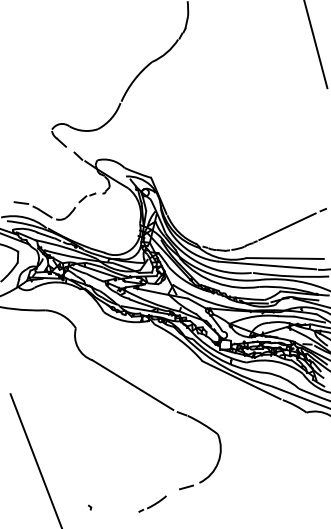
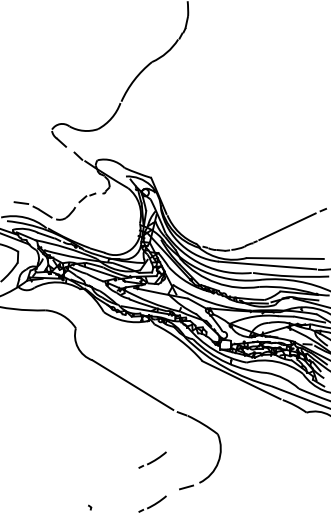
line at (315, 45): present -> none
line at (35, 459): present -> none
part at (152, 459): none -> present
